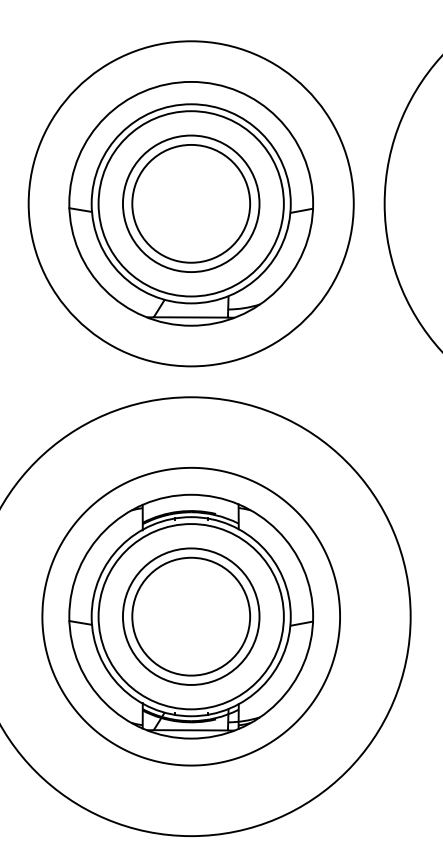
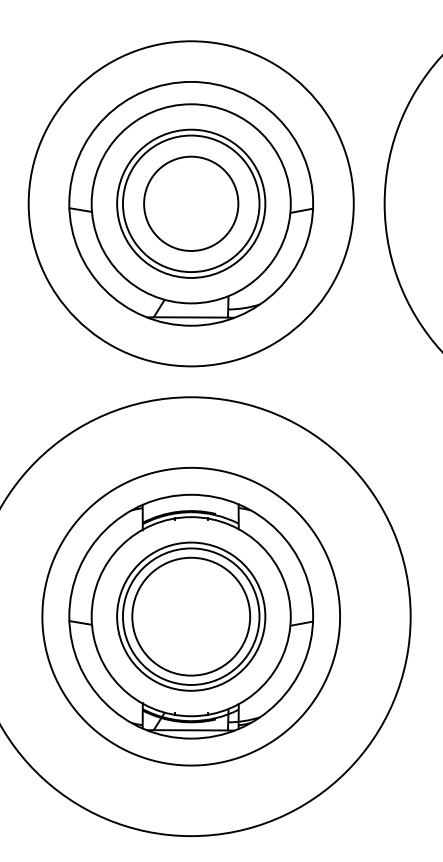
circle at (190, 203) diameter: 185 px -> 148 px
circle at (191, 203) diameter: 118 px -> 94 px
circle at (190, 616) diameter: 185 px -> 148 px
